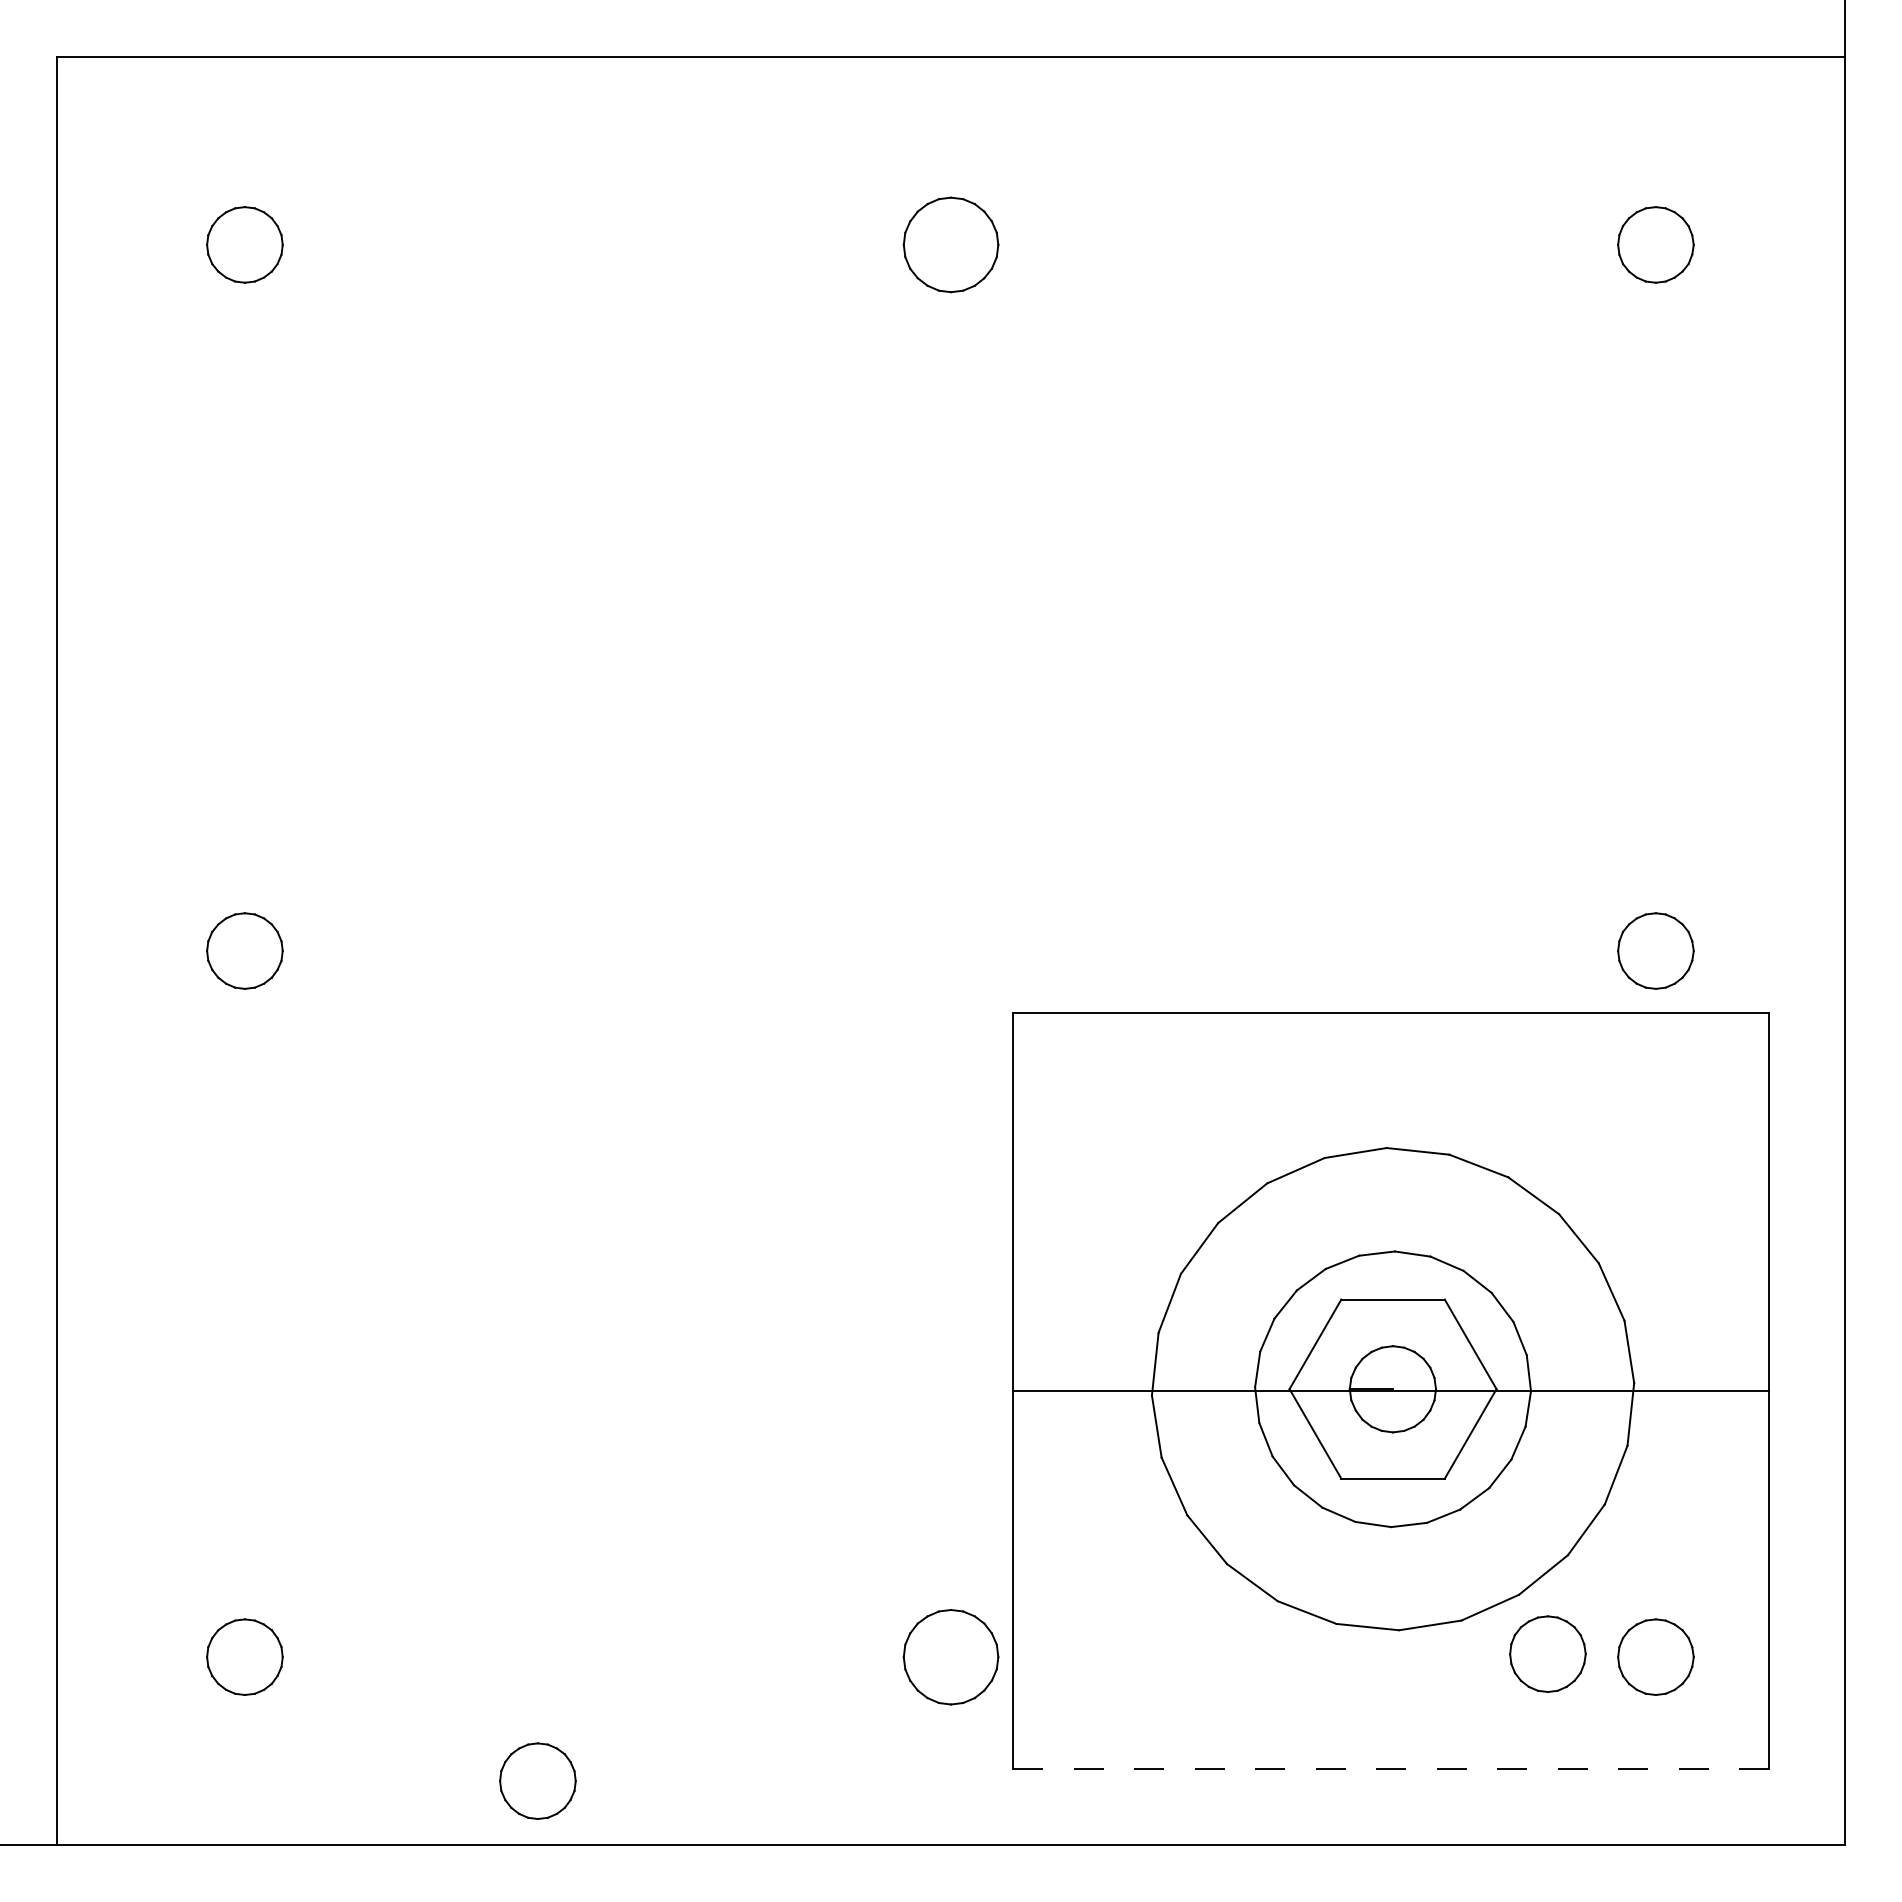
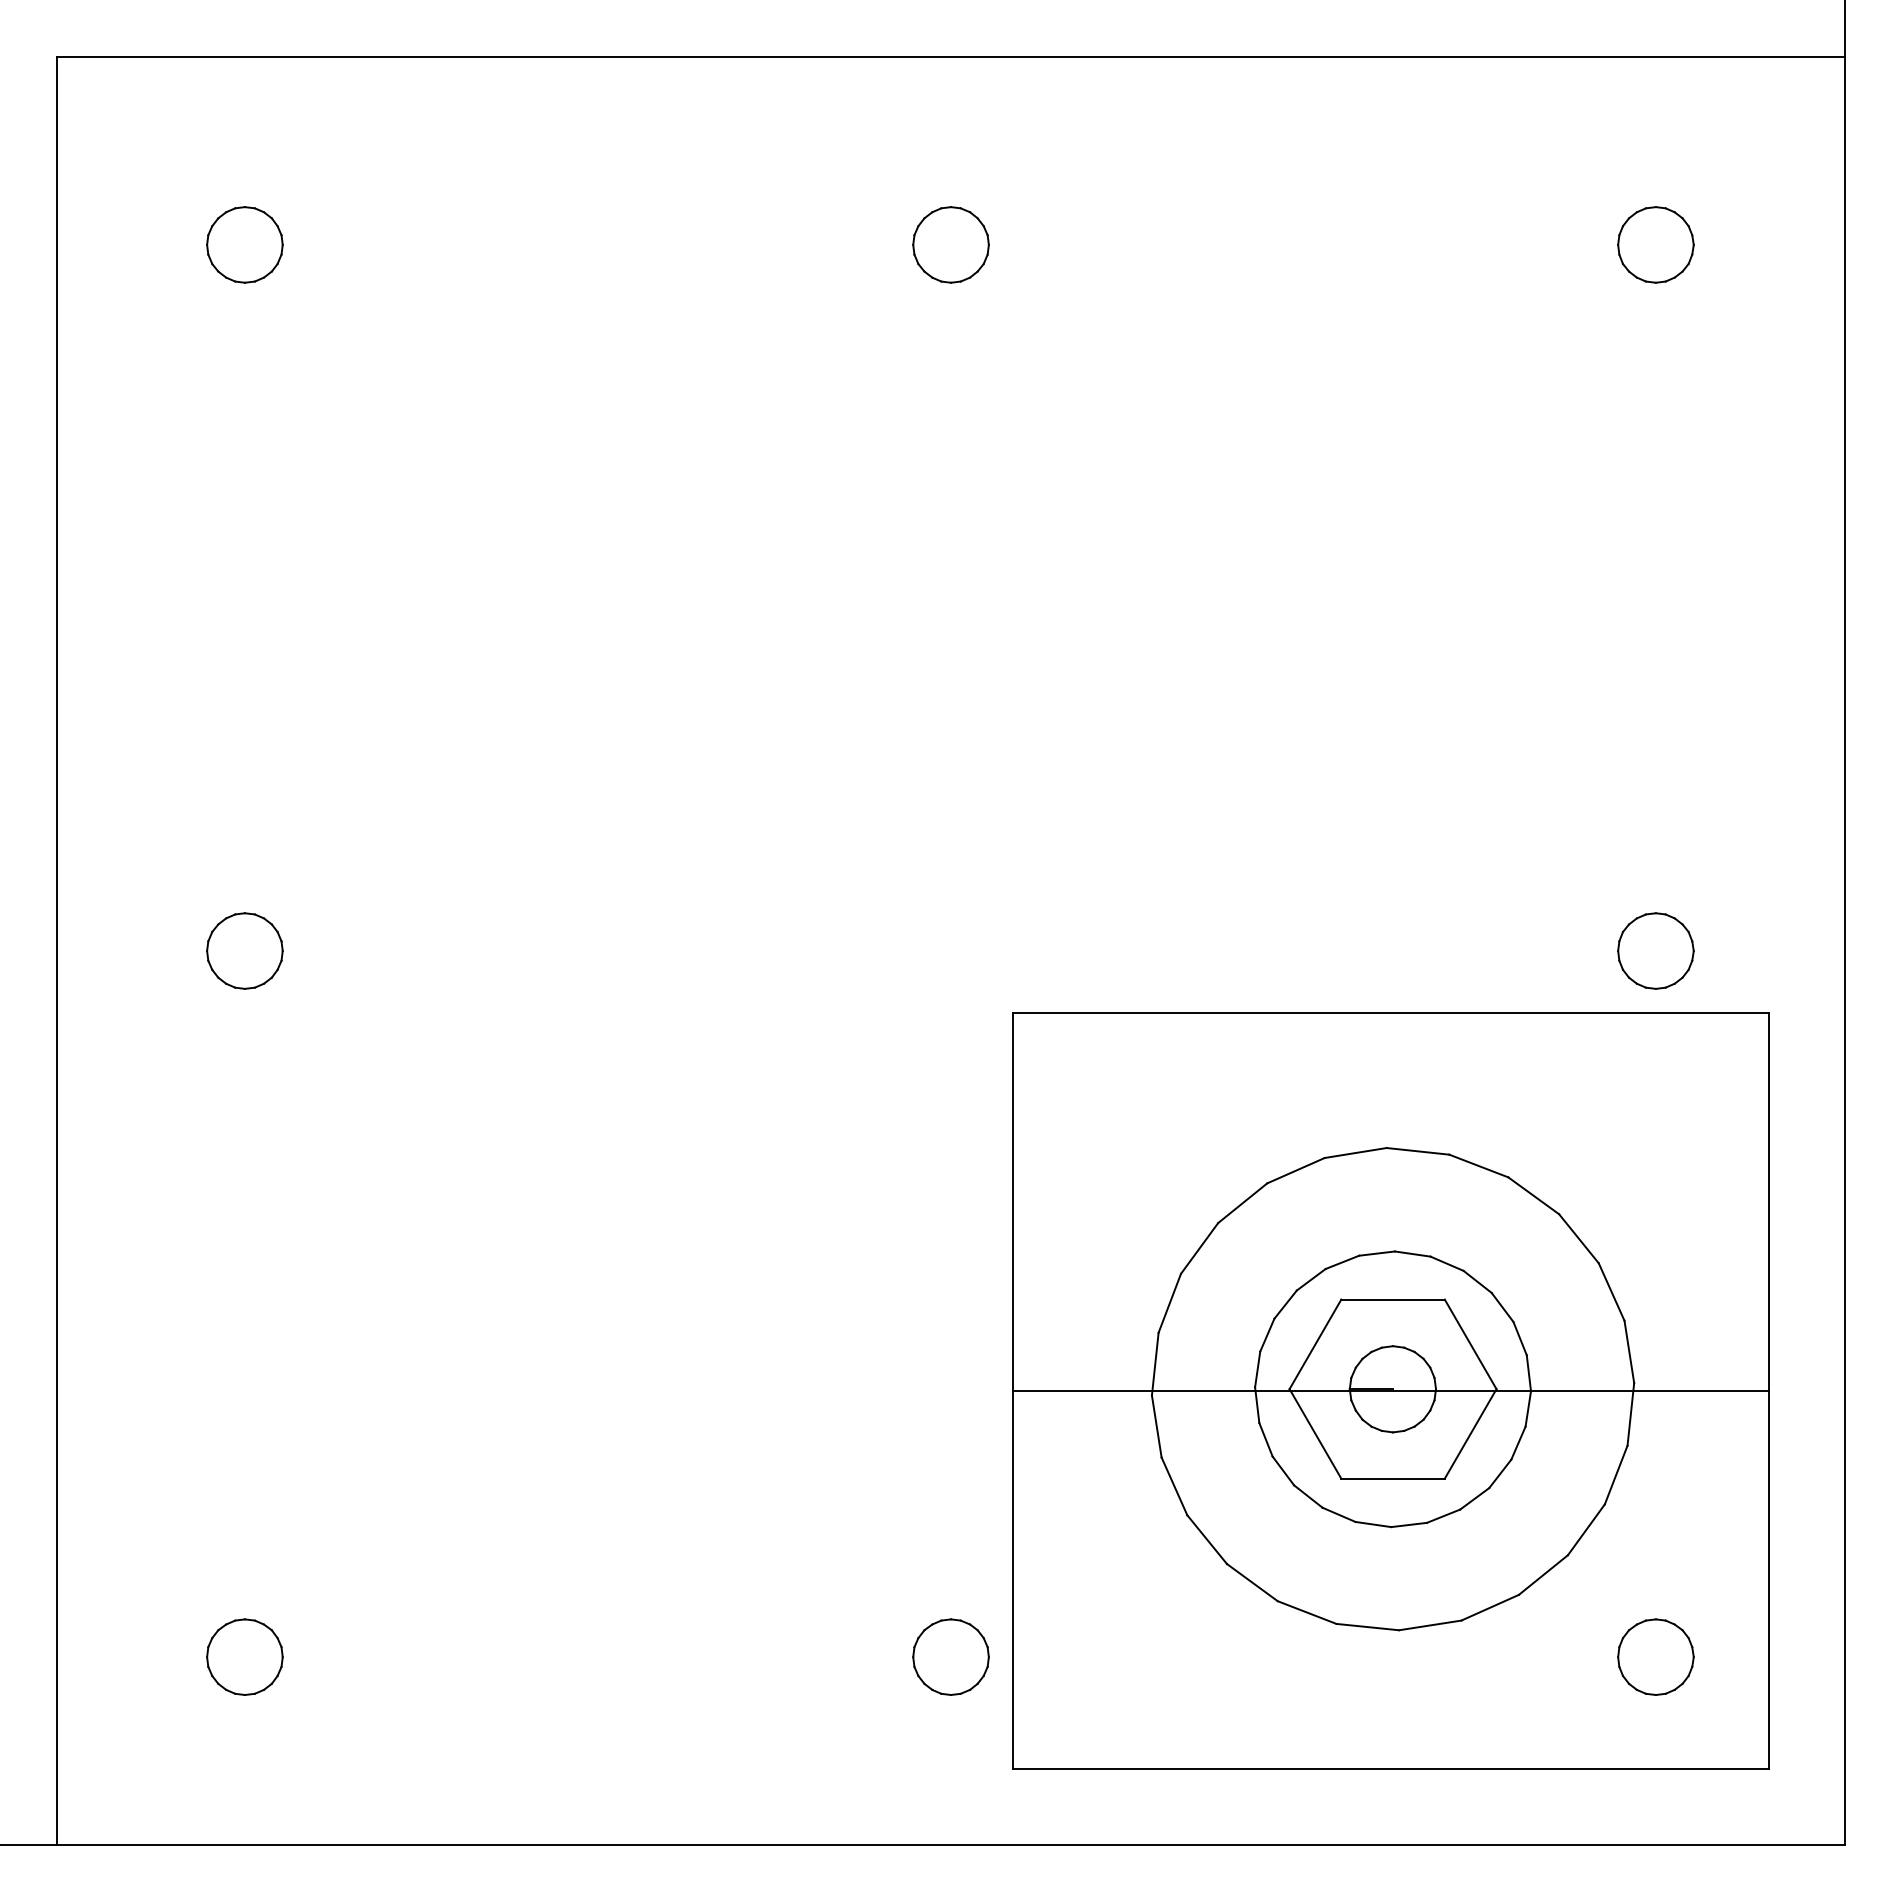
part at (950, 244) size: 98x98 px -> 78x78 px
part at (1547, 1653): present -> none
part at (950, 1657) size: 98x97 px -> 78x78 px
line at (1391, 1769): dashed -> solid
part at (537, 1780): present -> none
